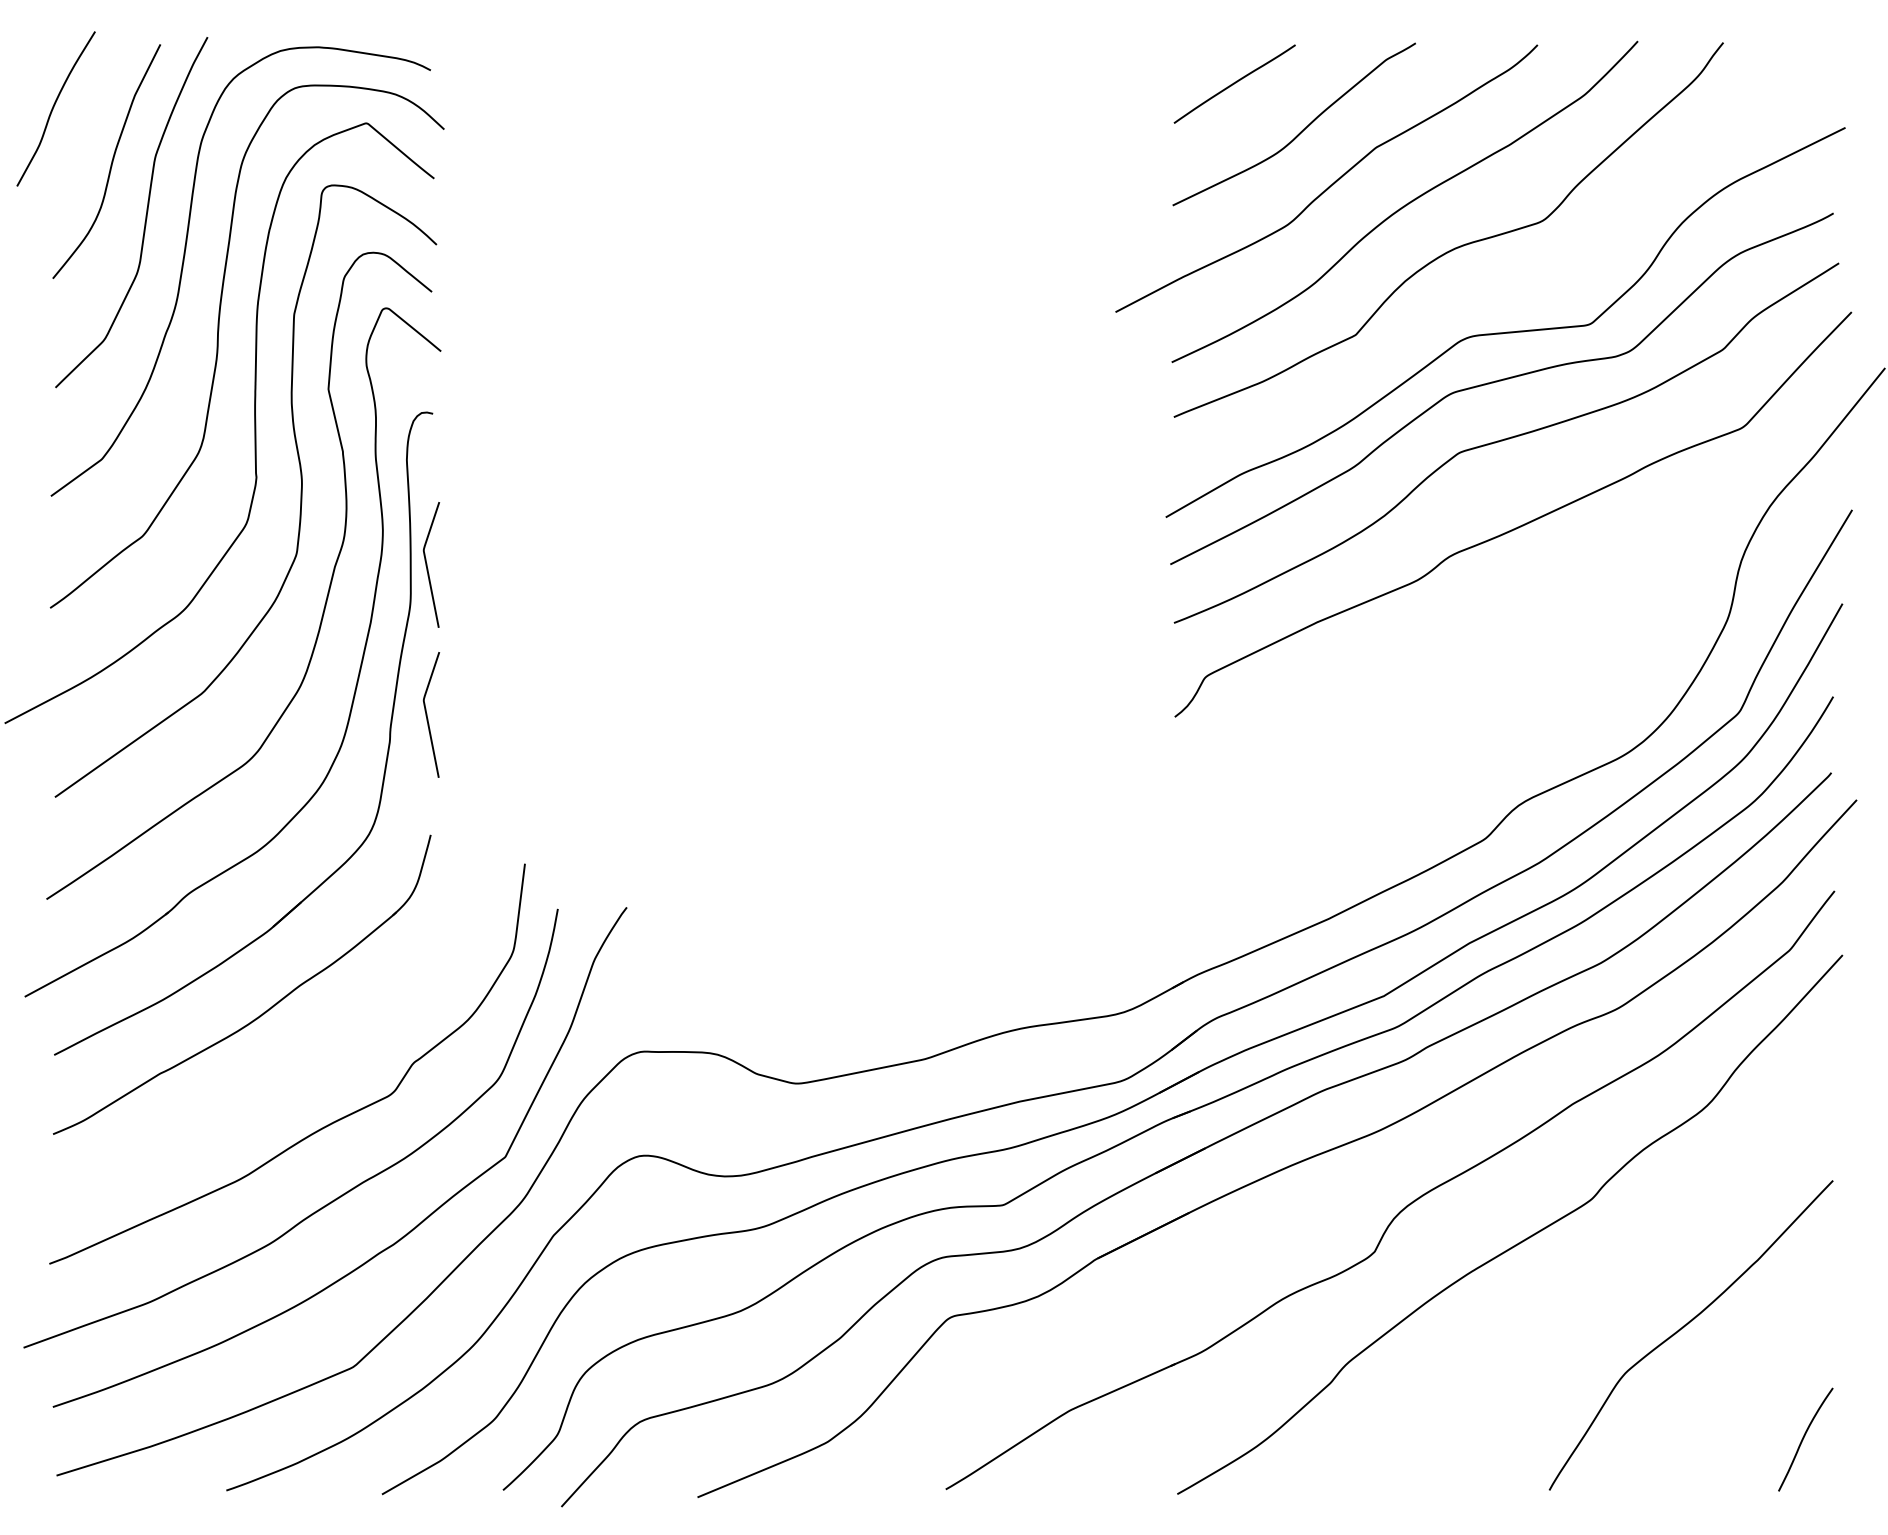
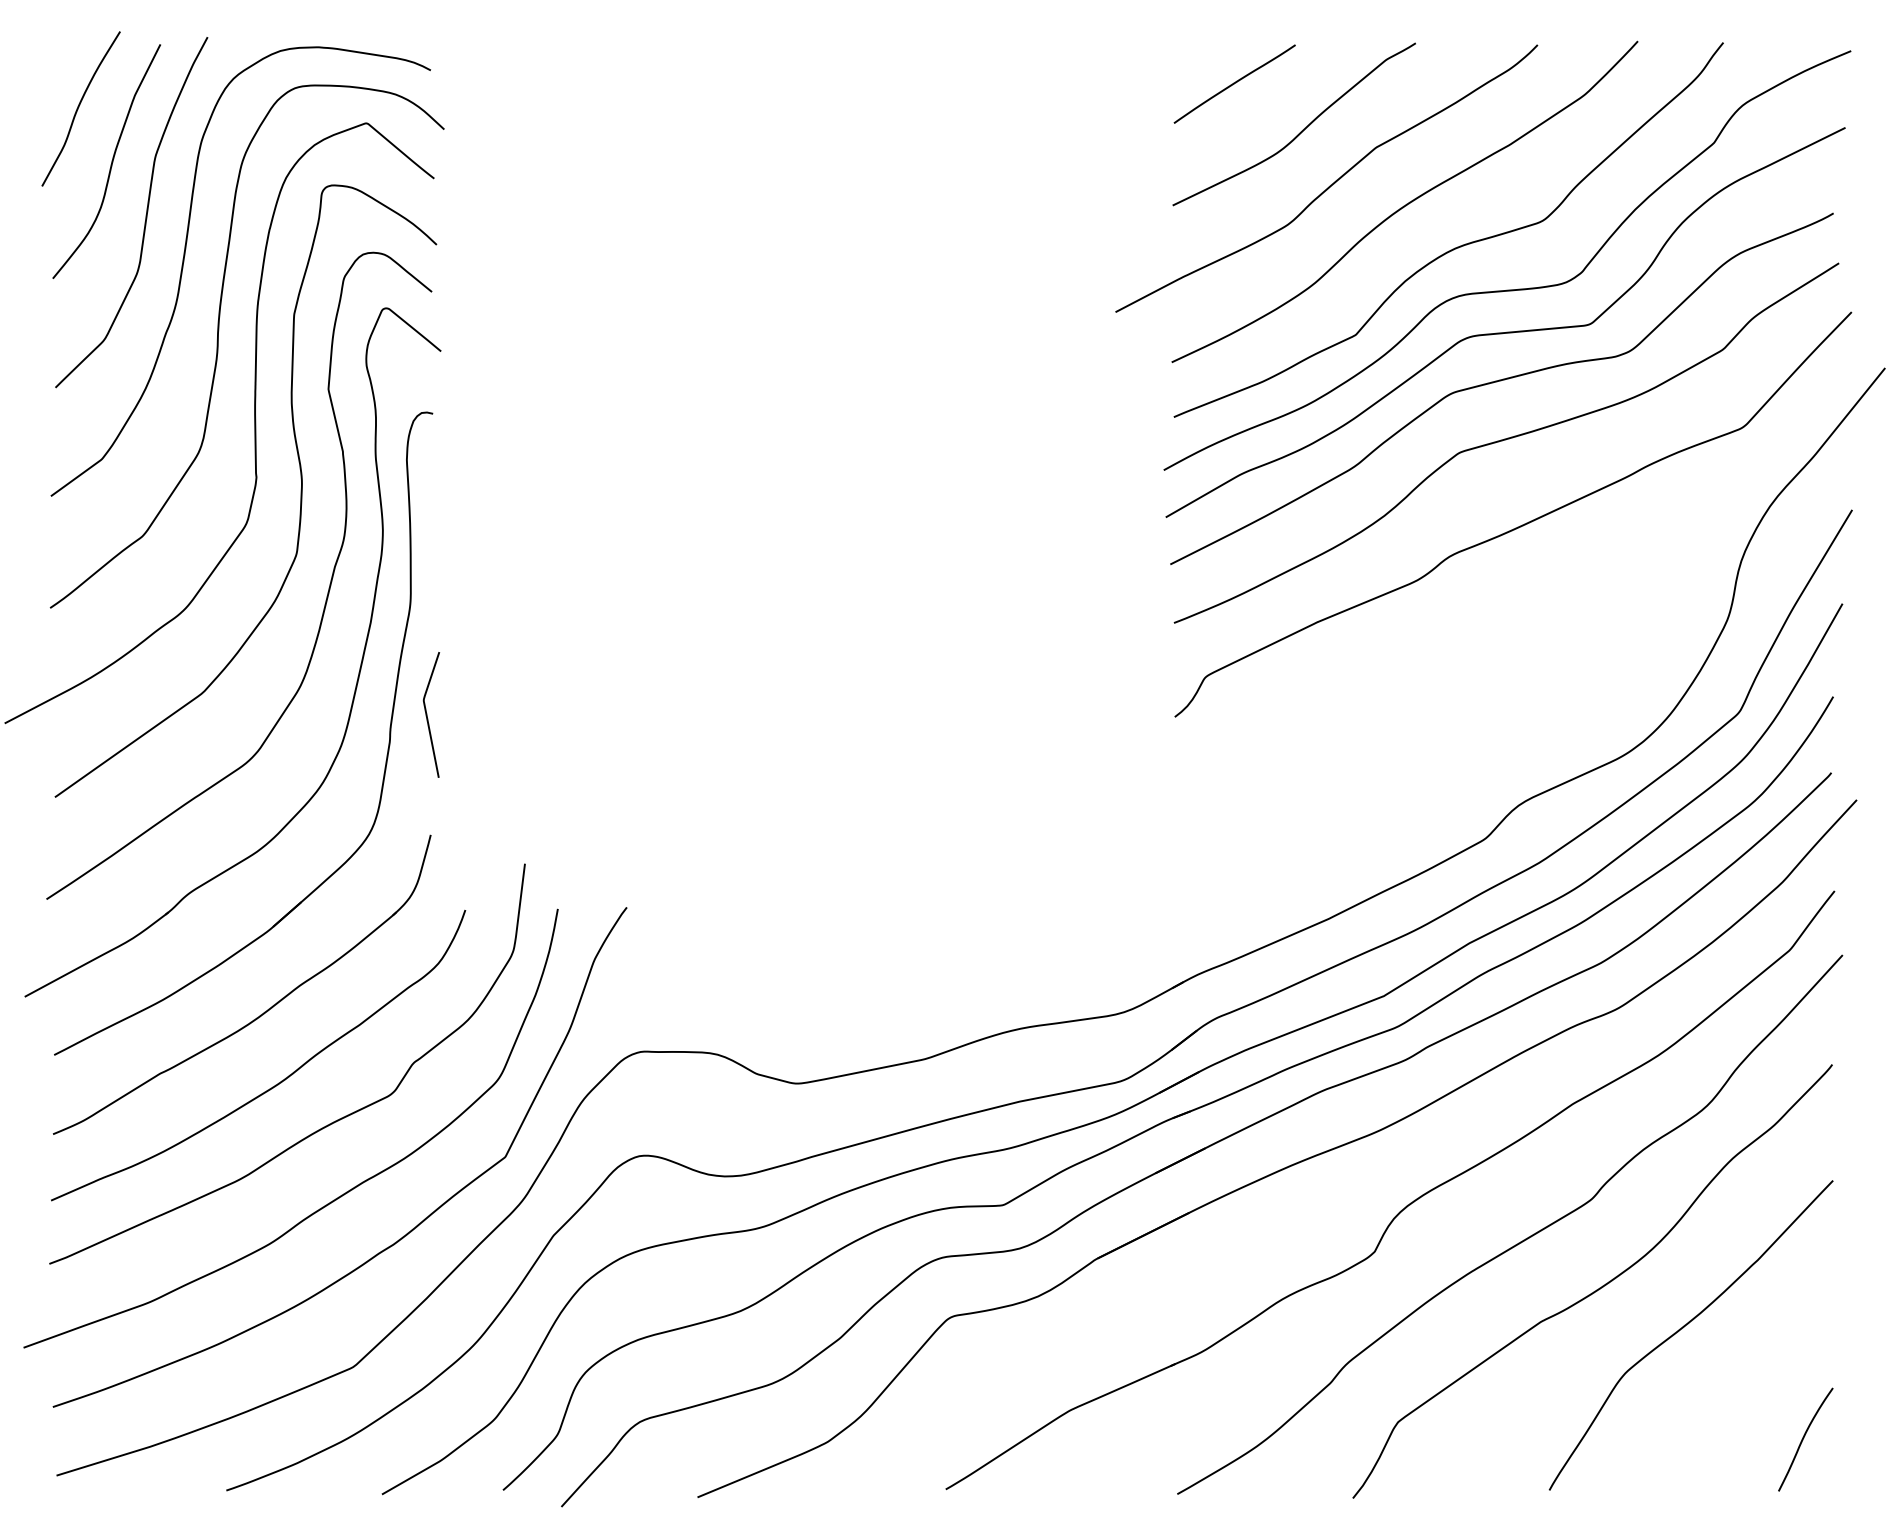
curve at (54, 107) position: (54, 107) -> (79, 107)
curve at (1507, 289): none -> present
curve at (427, 564): present -> none
curve at (278, 1082): none -> present
curve at (1596, 1289): none -> present
